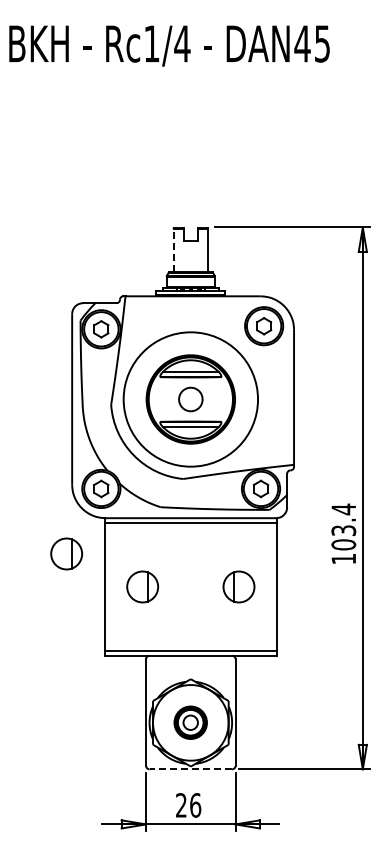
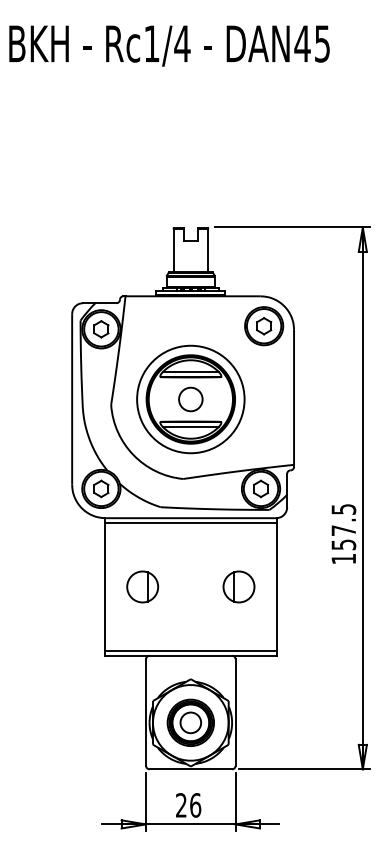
line at (173, 250): dashed -> solid
circle at (190, 399) diameter: 134 px -> 107 px
text at (343, 526): 103.4 -> 157.5
part at (66, 553): present -> none
part at (190, 722) size: 35x35 px -> 49x49 px
line at (190, 769): dashed -> solid
